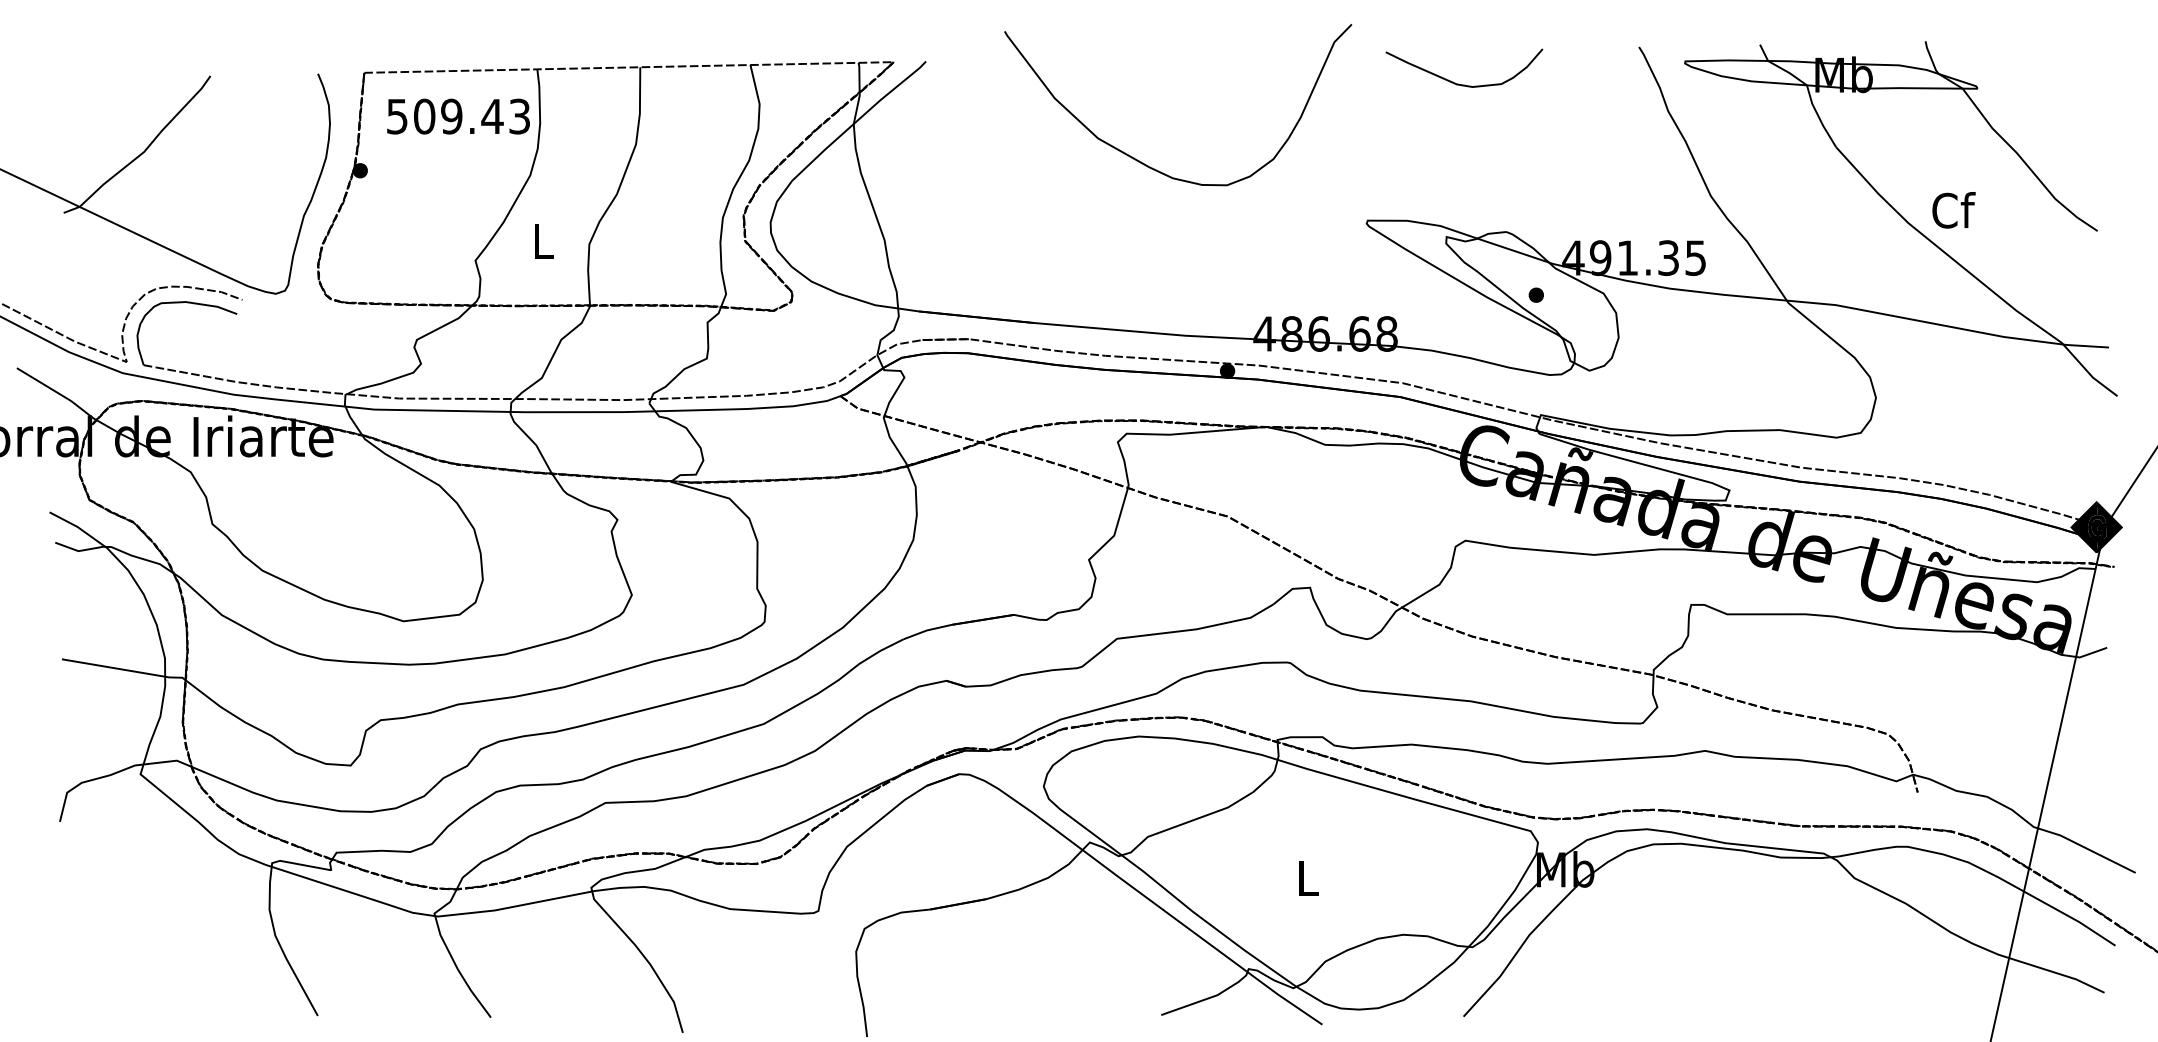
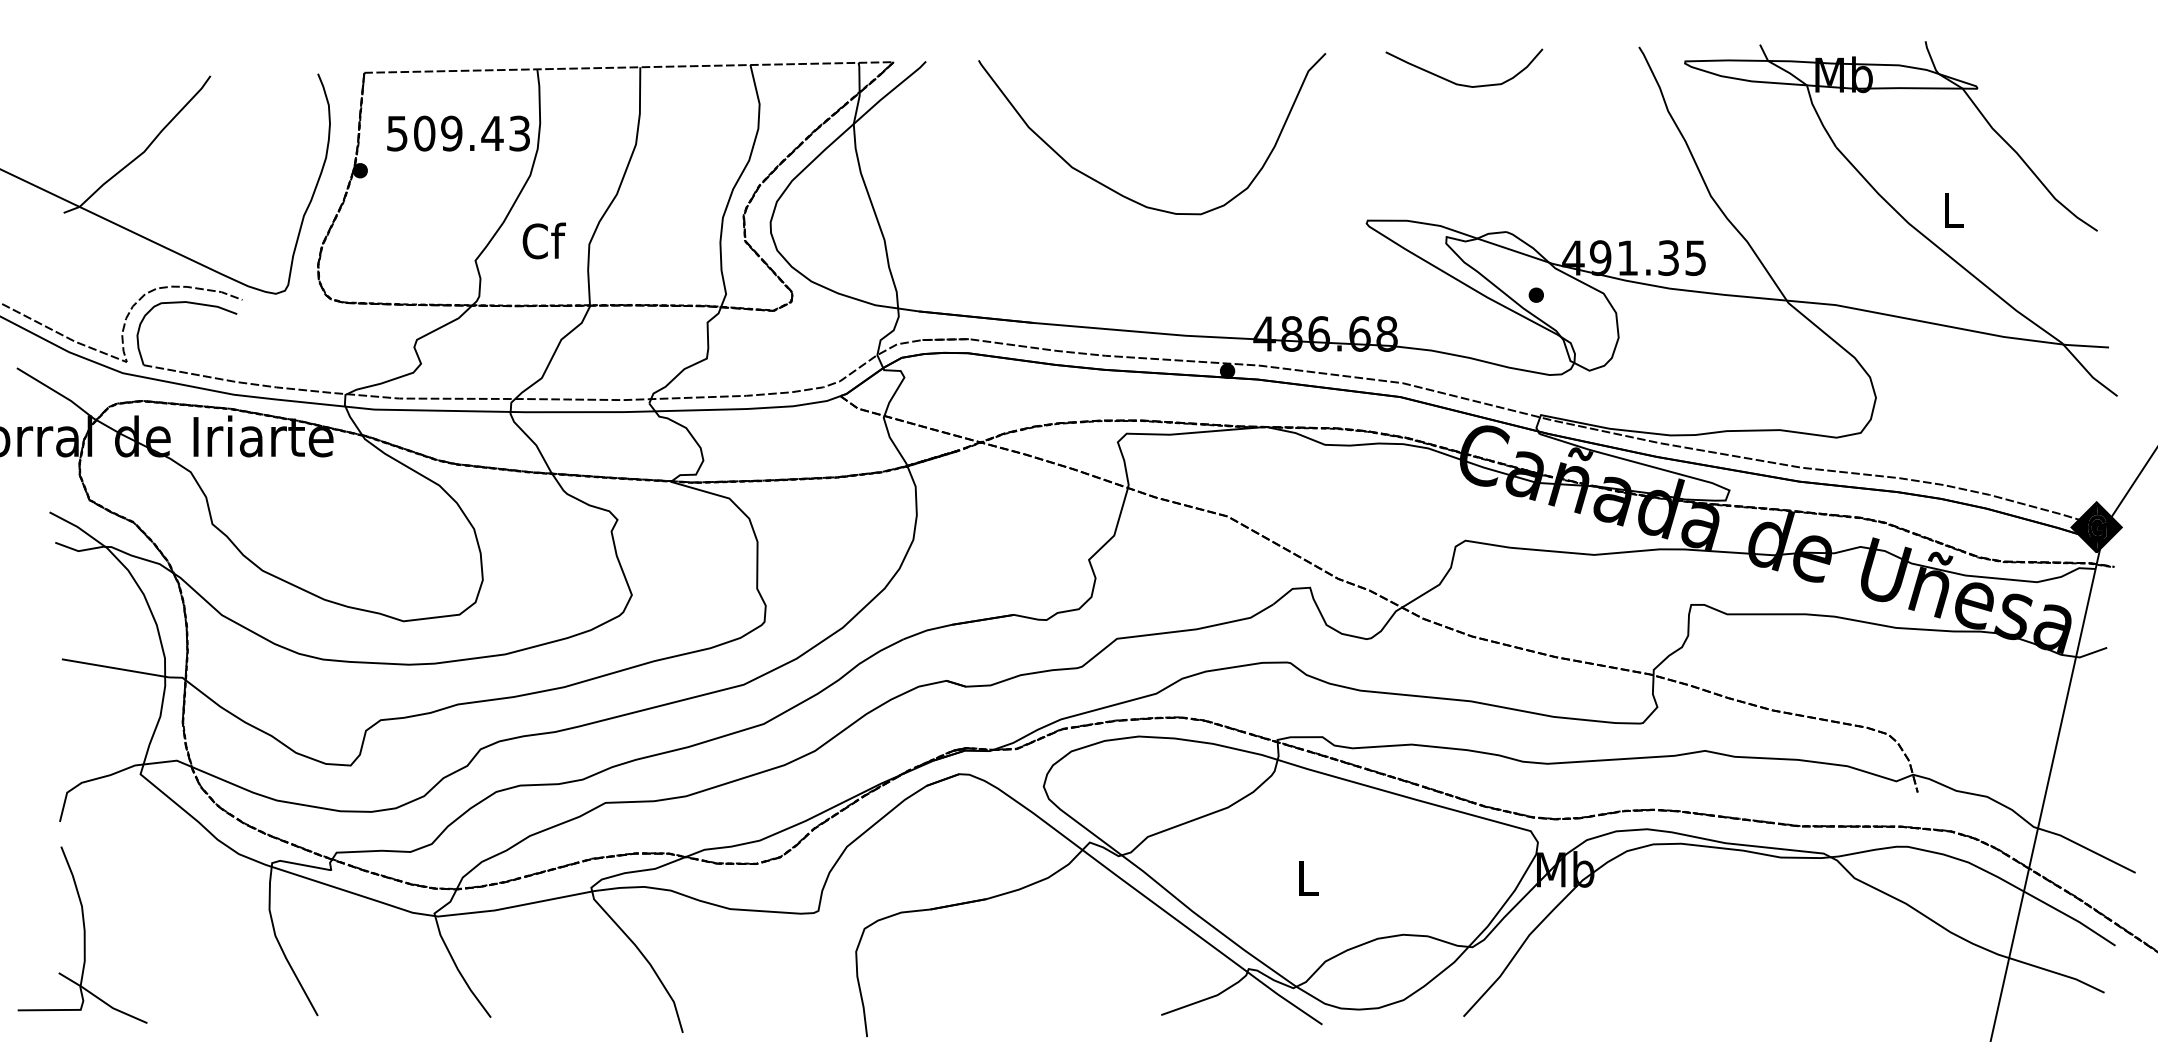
text at (458, 116) position: (458, 116) -> (458, 133)
curve at (1143, 162) position: (1143, 162) -> (1117, 191)
text at (1953, 210): Cf -> L
text at (543, 240): L -> Cf
part at (82, 934): none -> present
